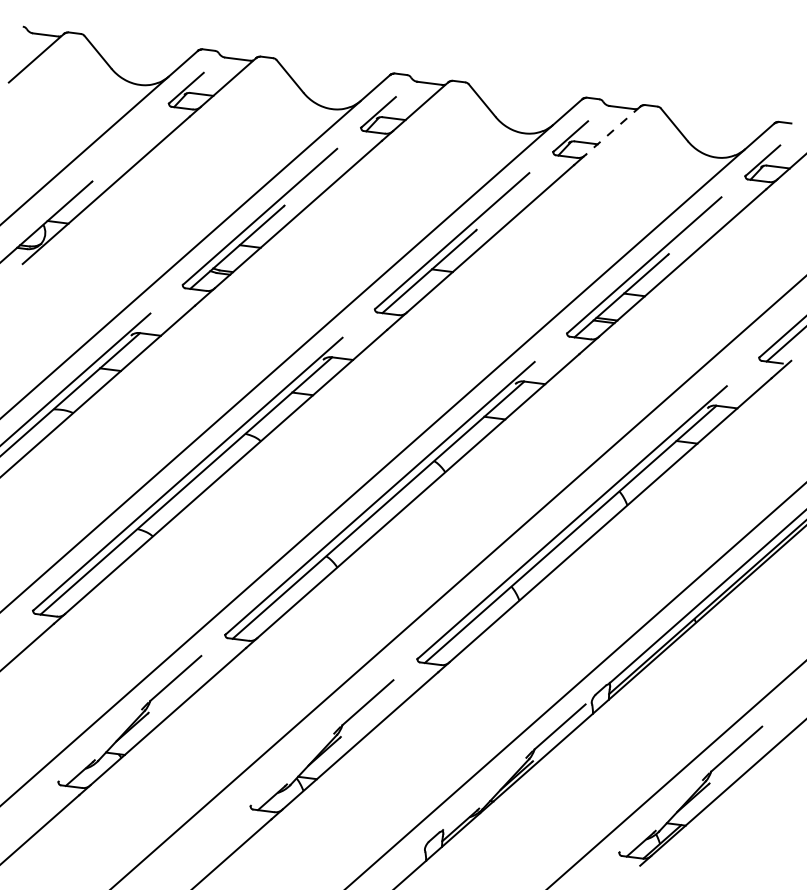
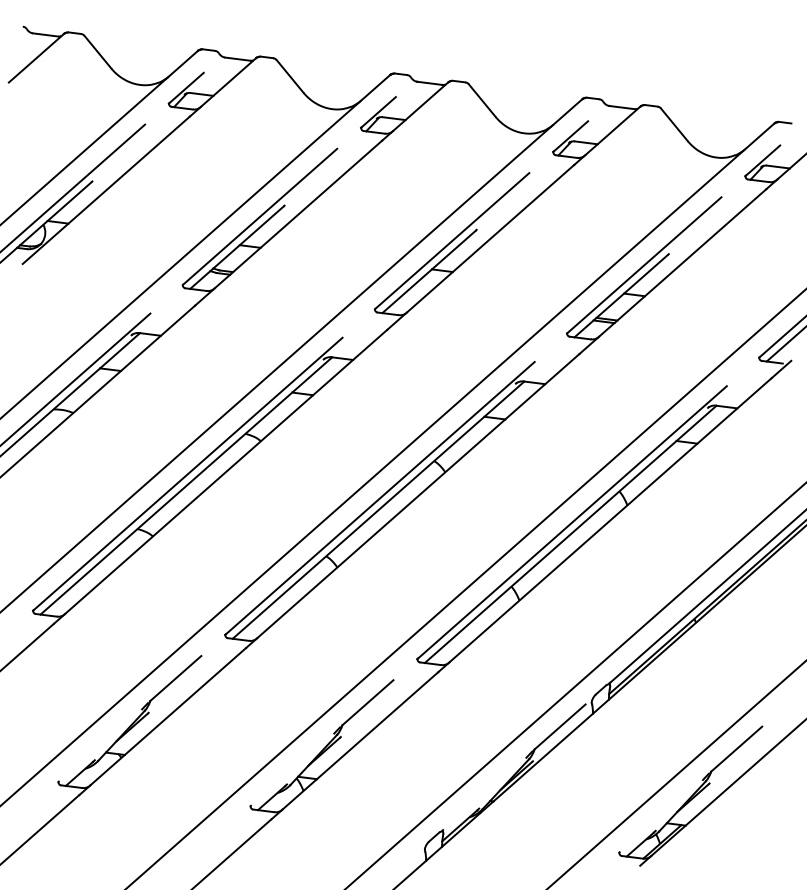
line at (612, 130): dashed -> solid
line at (73, 187): none -> present
line at (458, 582) position: (458, 582) -> (465, 588)
